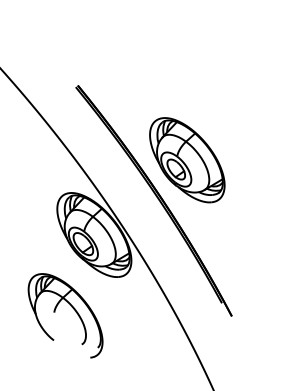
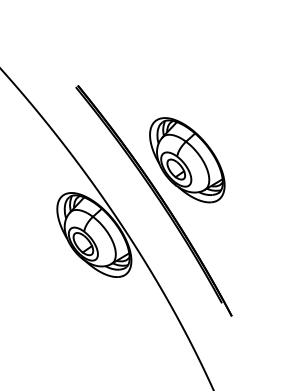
part at (72, 308): present -> none
